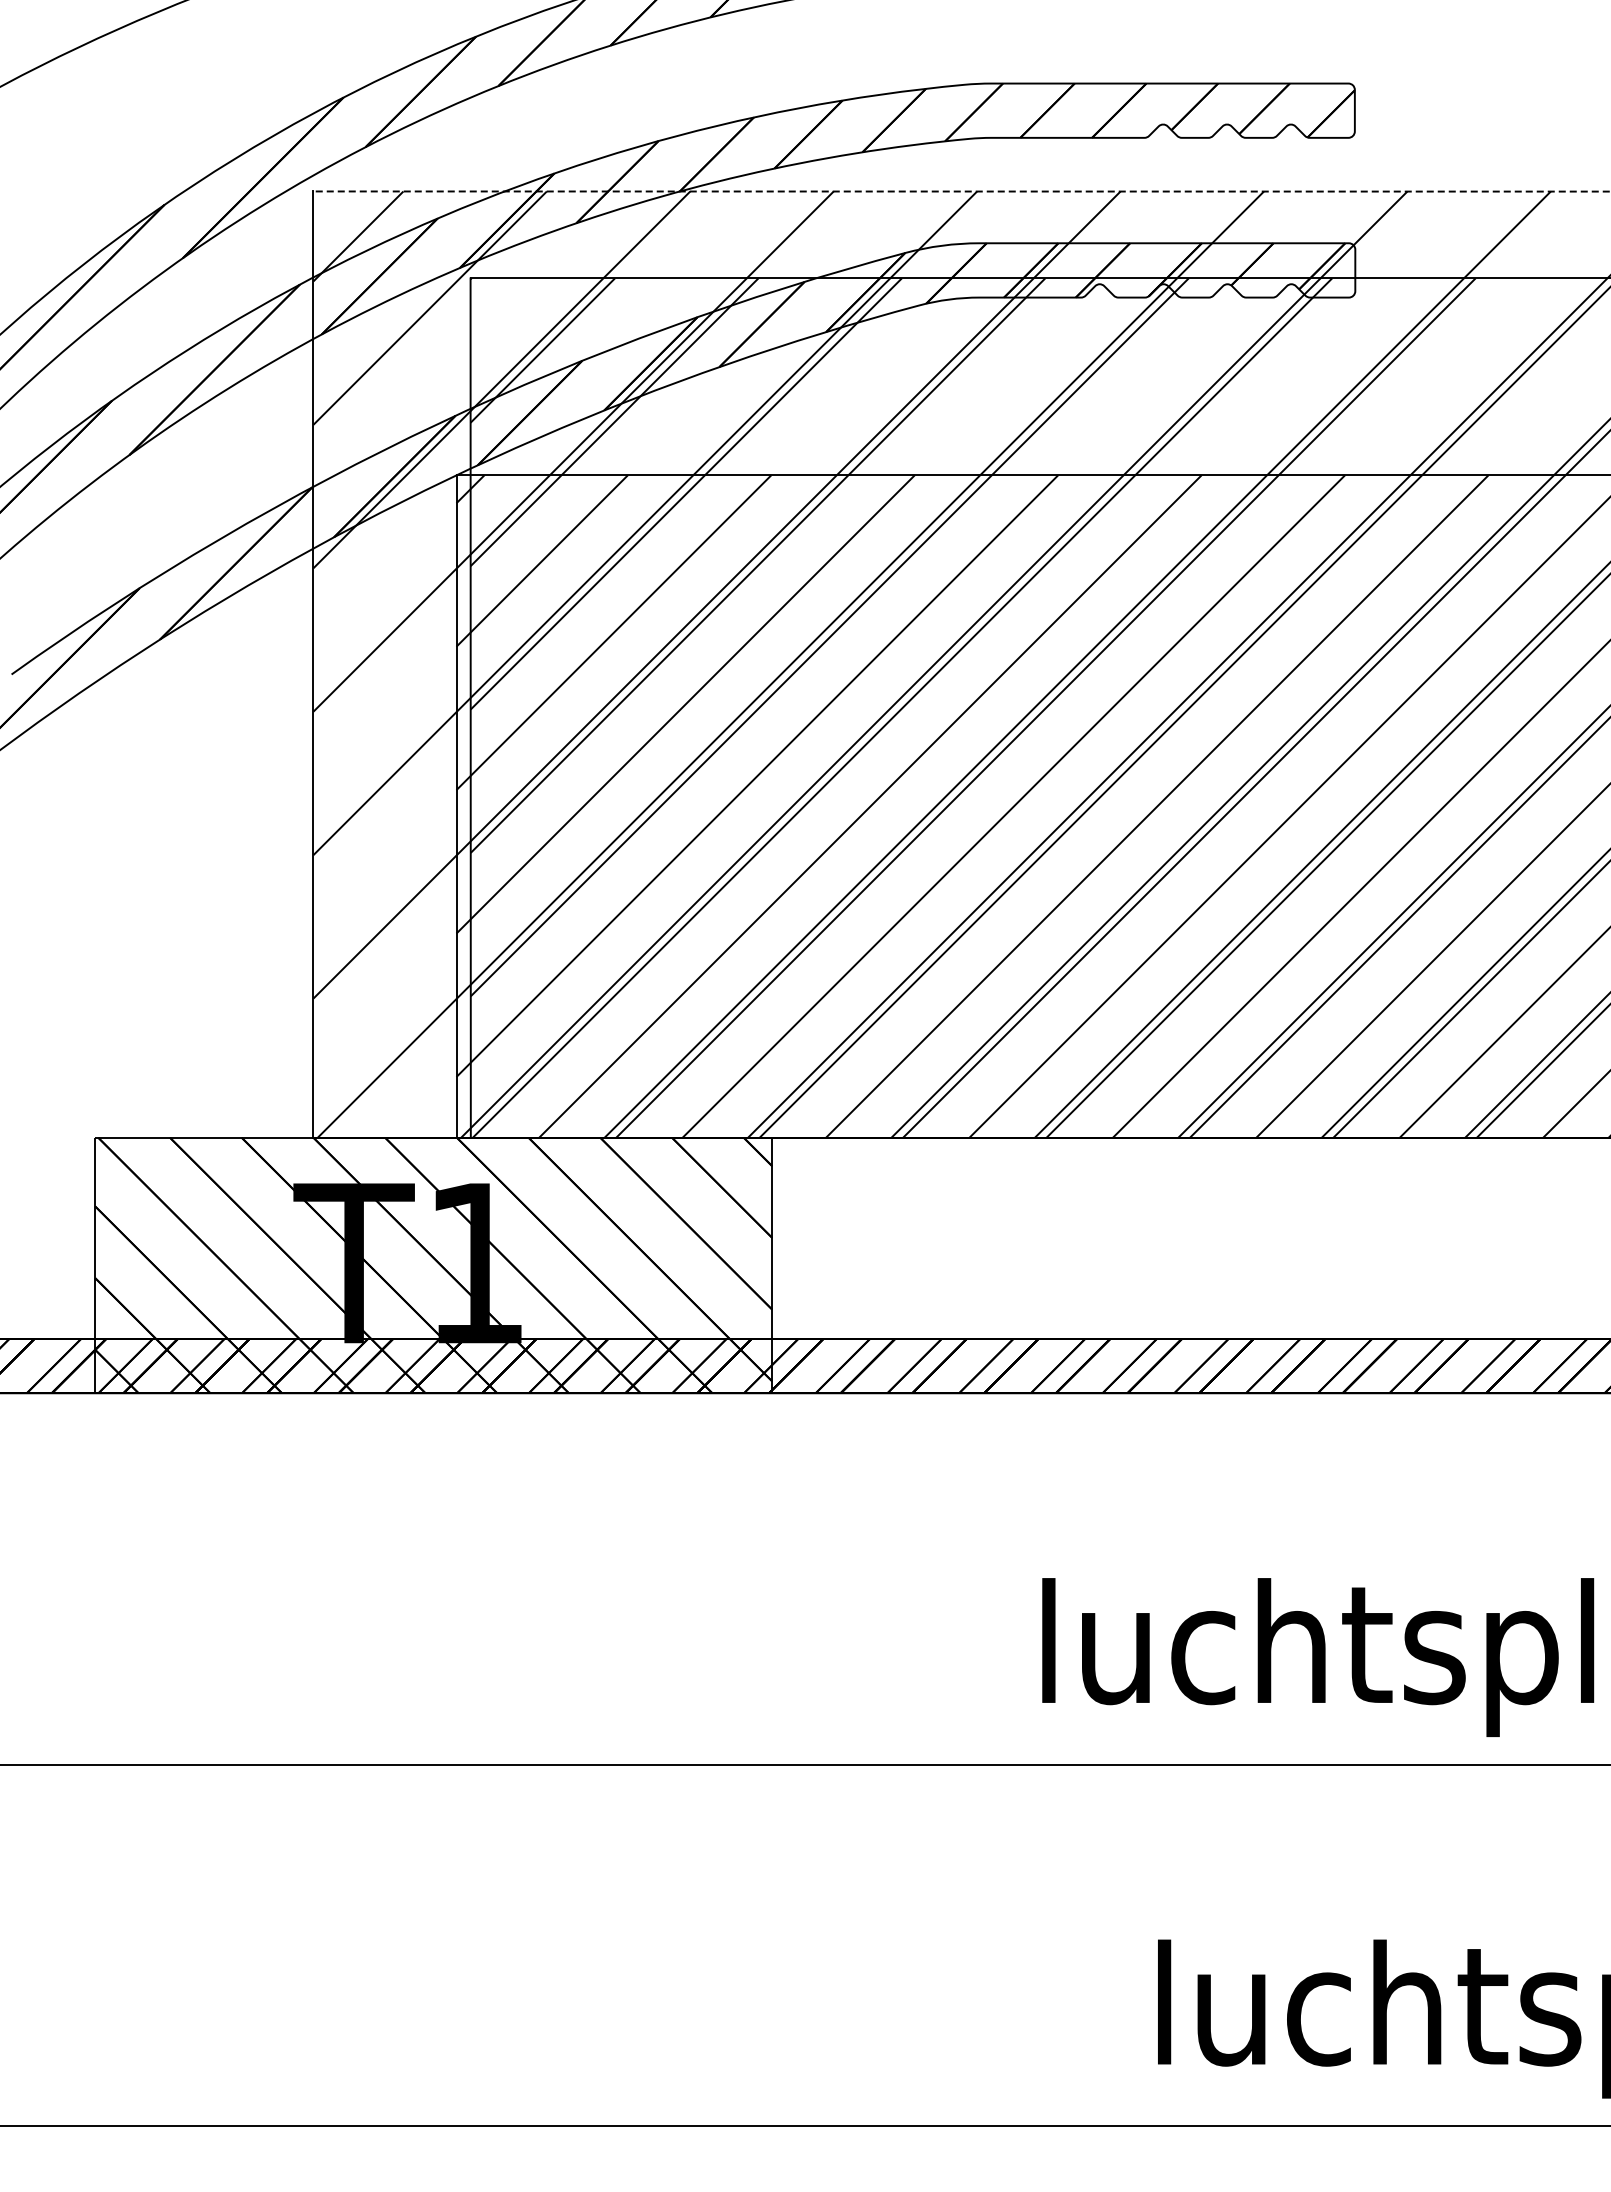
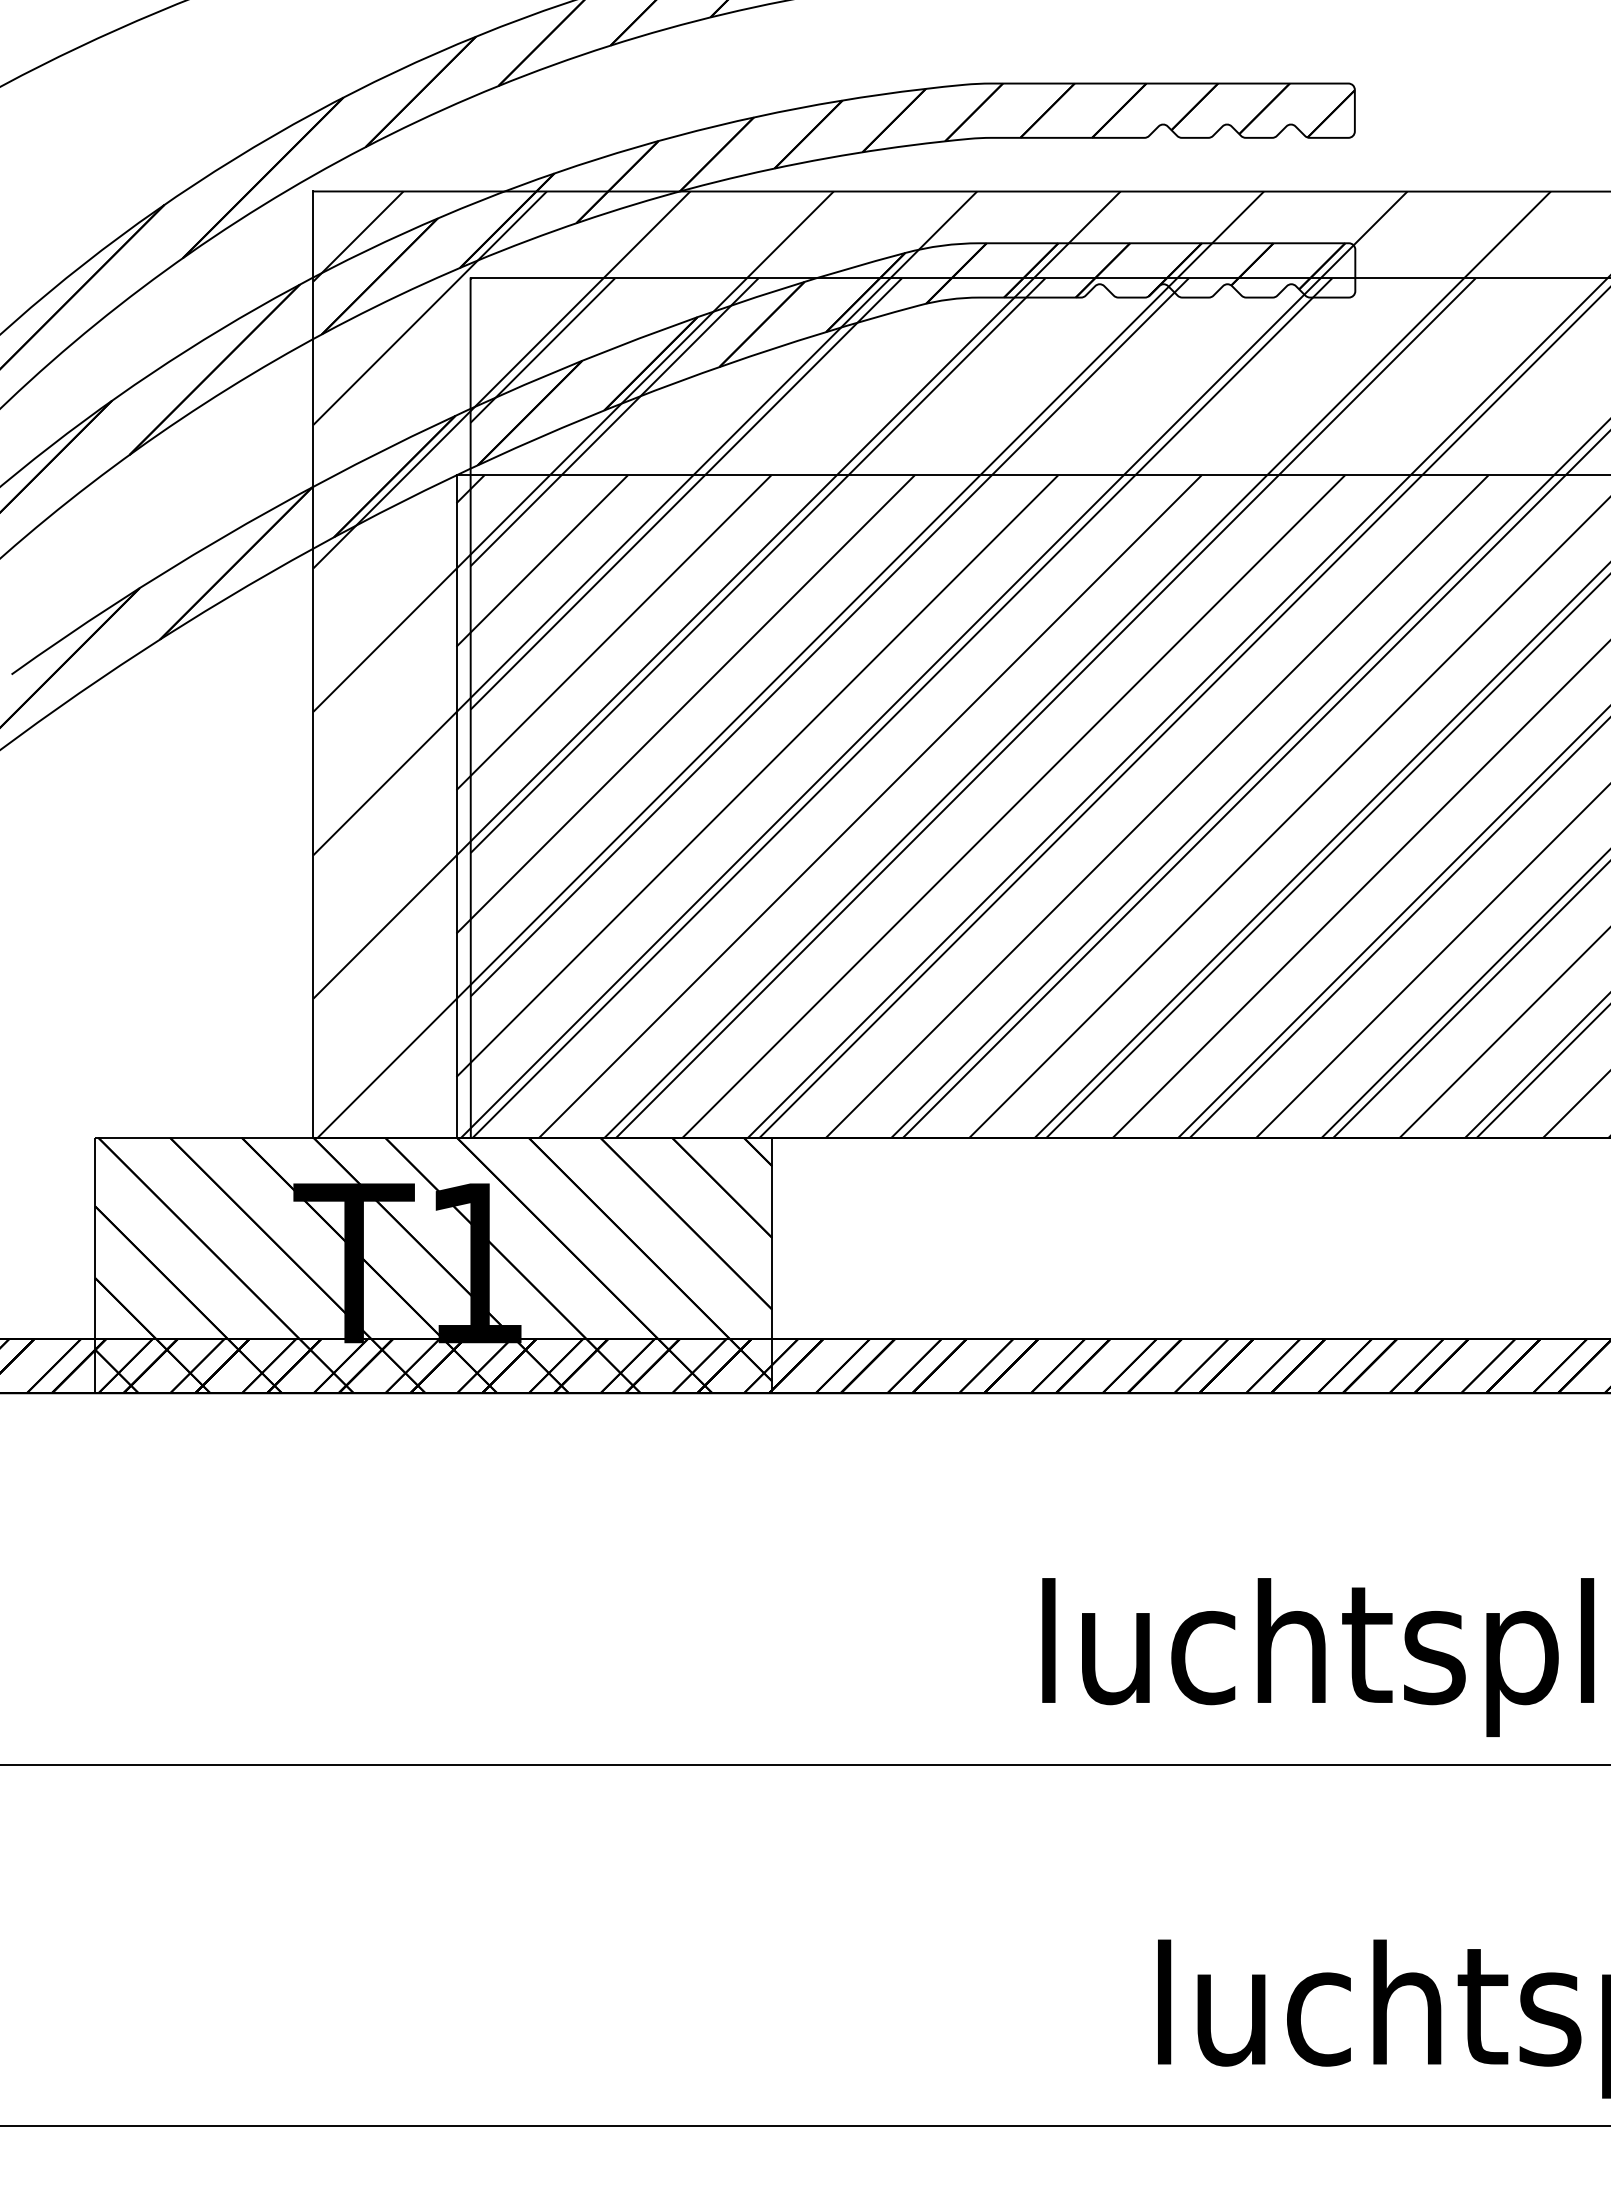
line at (961, 191): dashed -> solid
